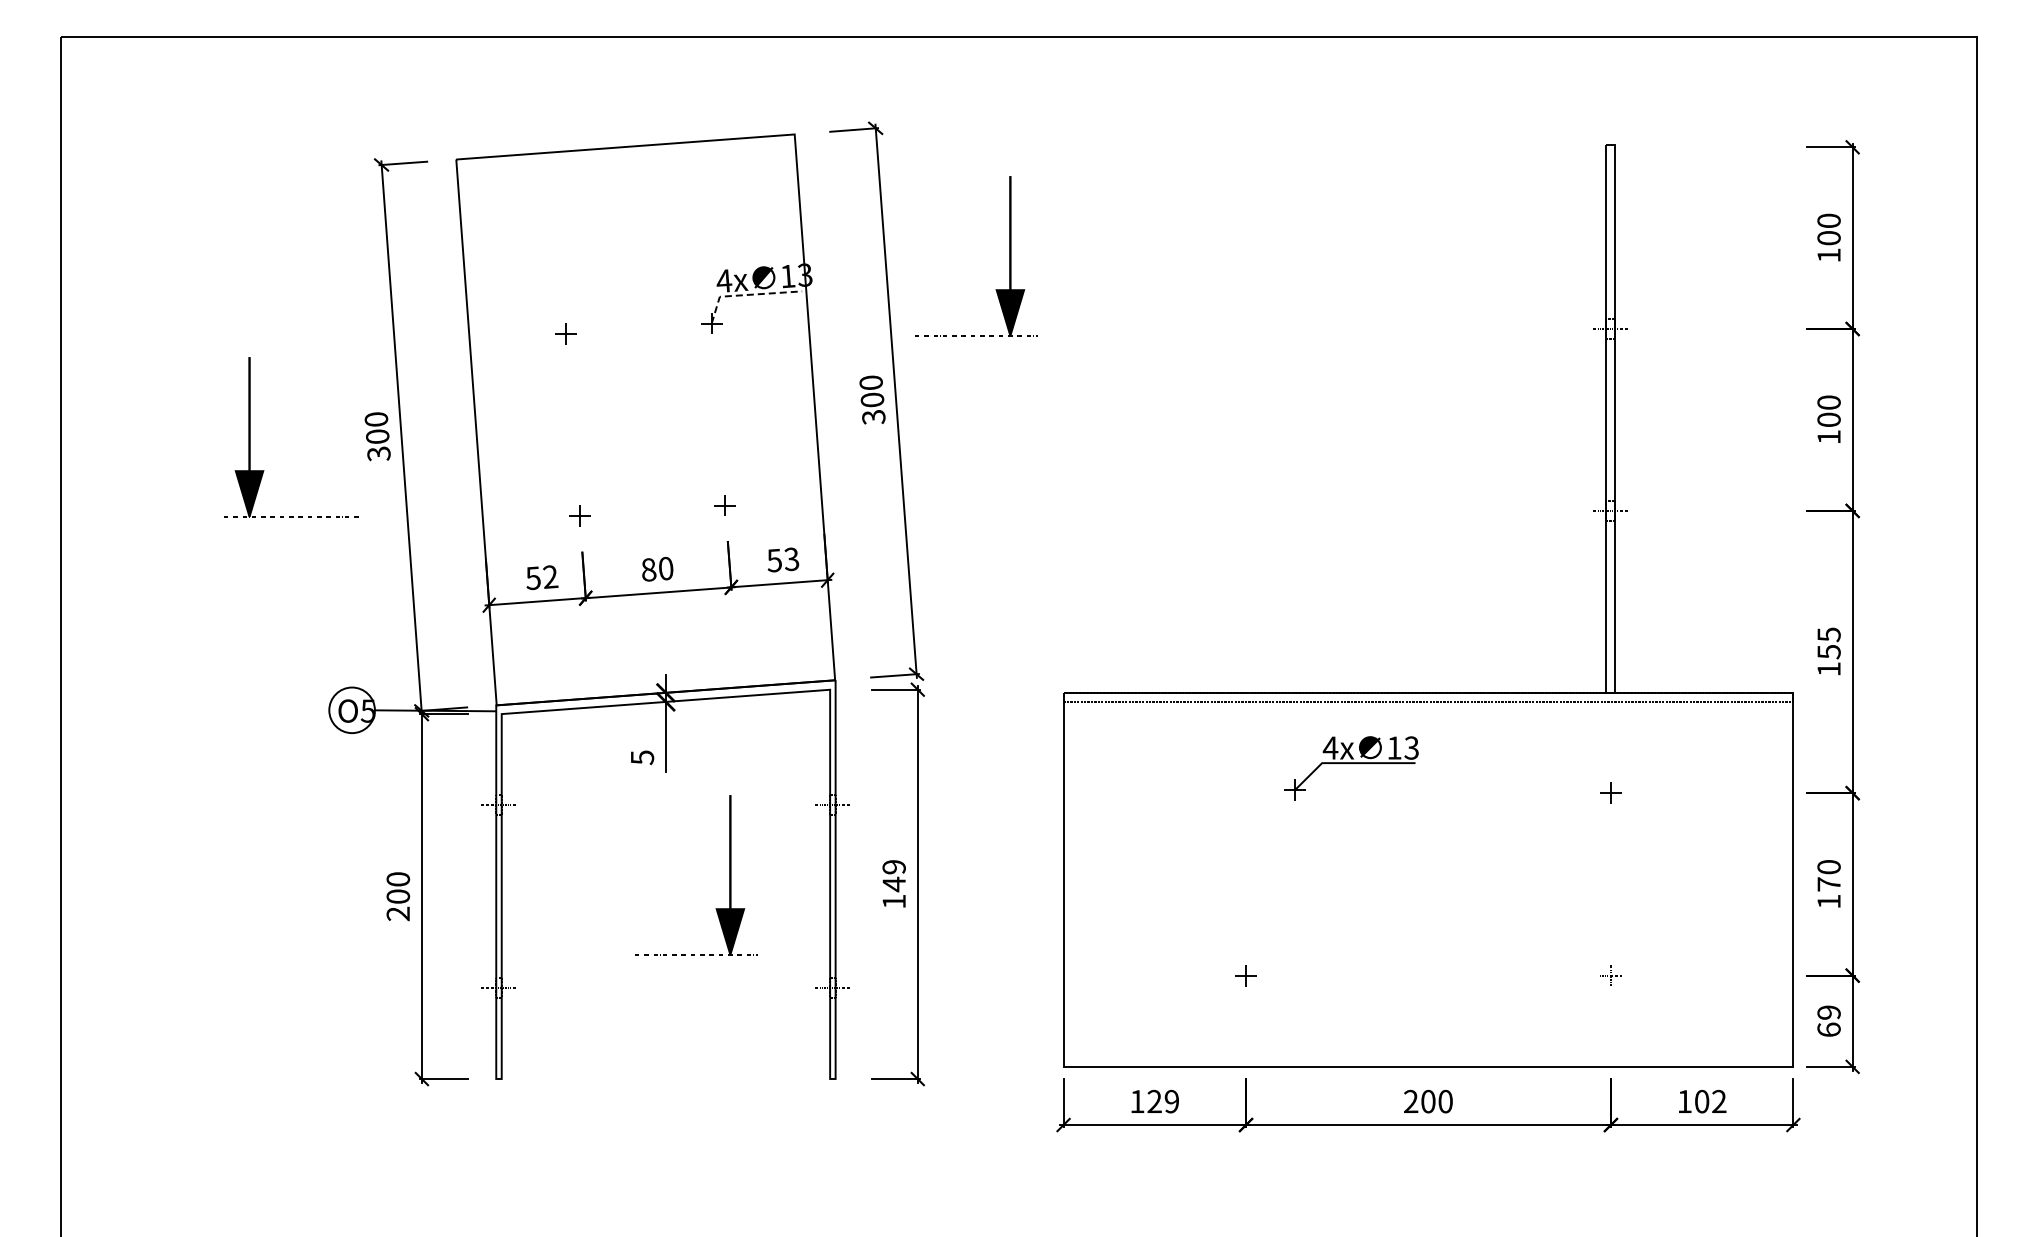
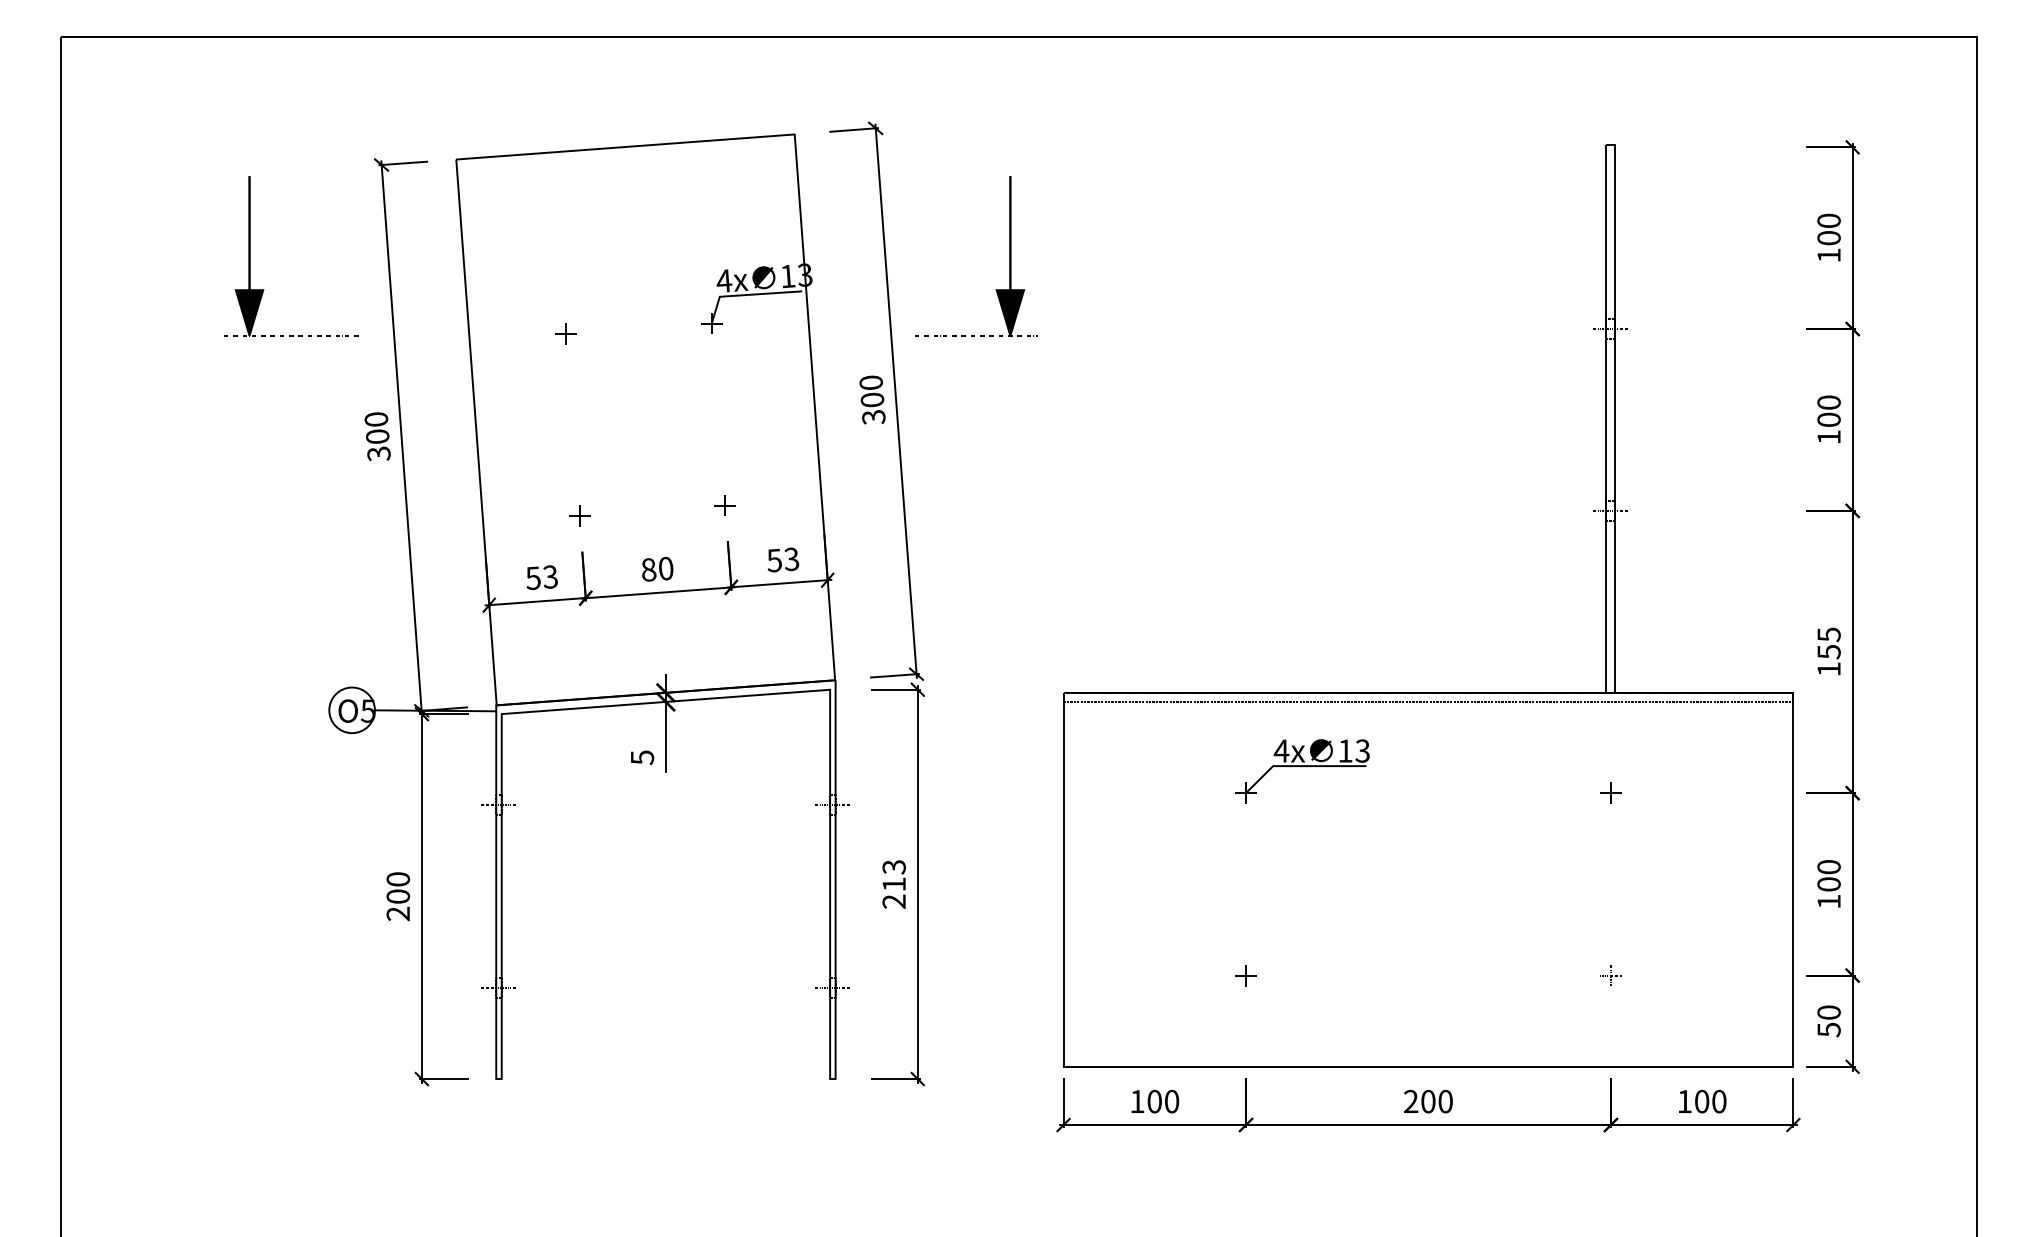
line at (746, 295): dashed -> solid
part at (250, 437) position: (250, 437) -> (250, 256)
text at (550, 576): 52 -> 53
part at (1351, 768) position: (1351, 768) -> (1302, 771)
part at (729, 875): present -> none
text at (893, 884): 149 -> 213
text at (1828, 884): 170 -> 100
text at (1828, 1021): 69 -> 50
text at (1163, 1101): 129 -> 100
text at (1719, 1101): 102 -> 100
